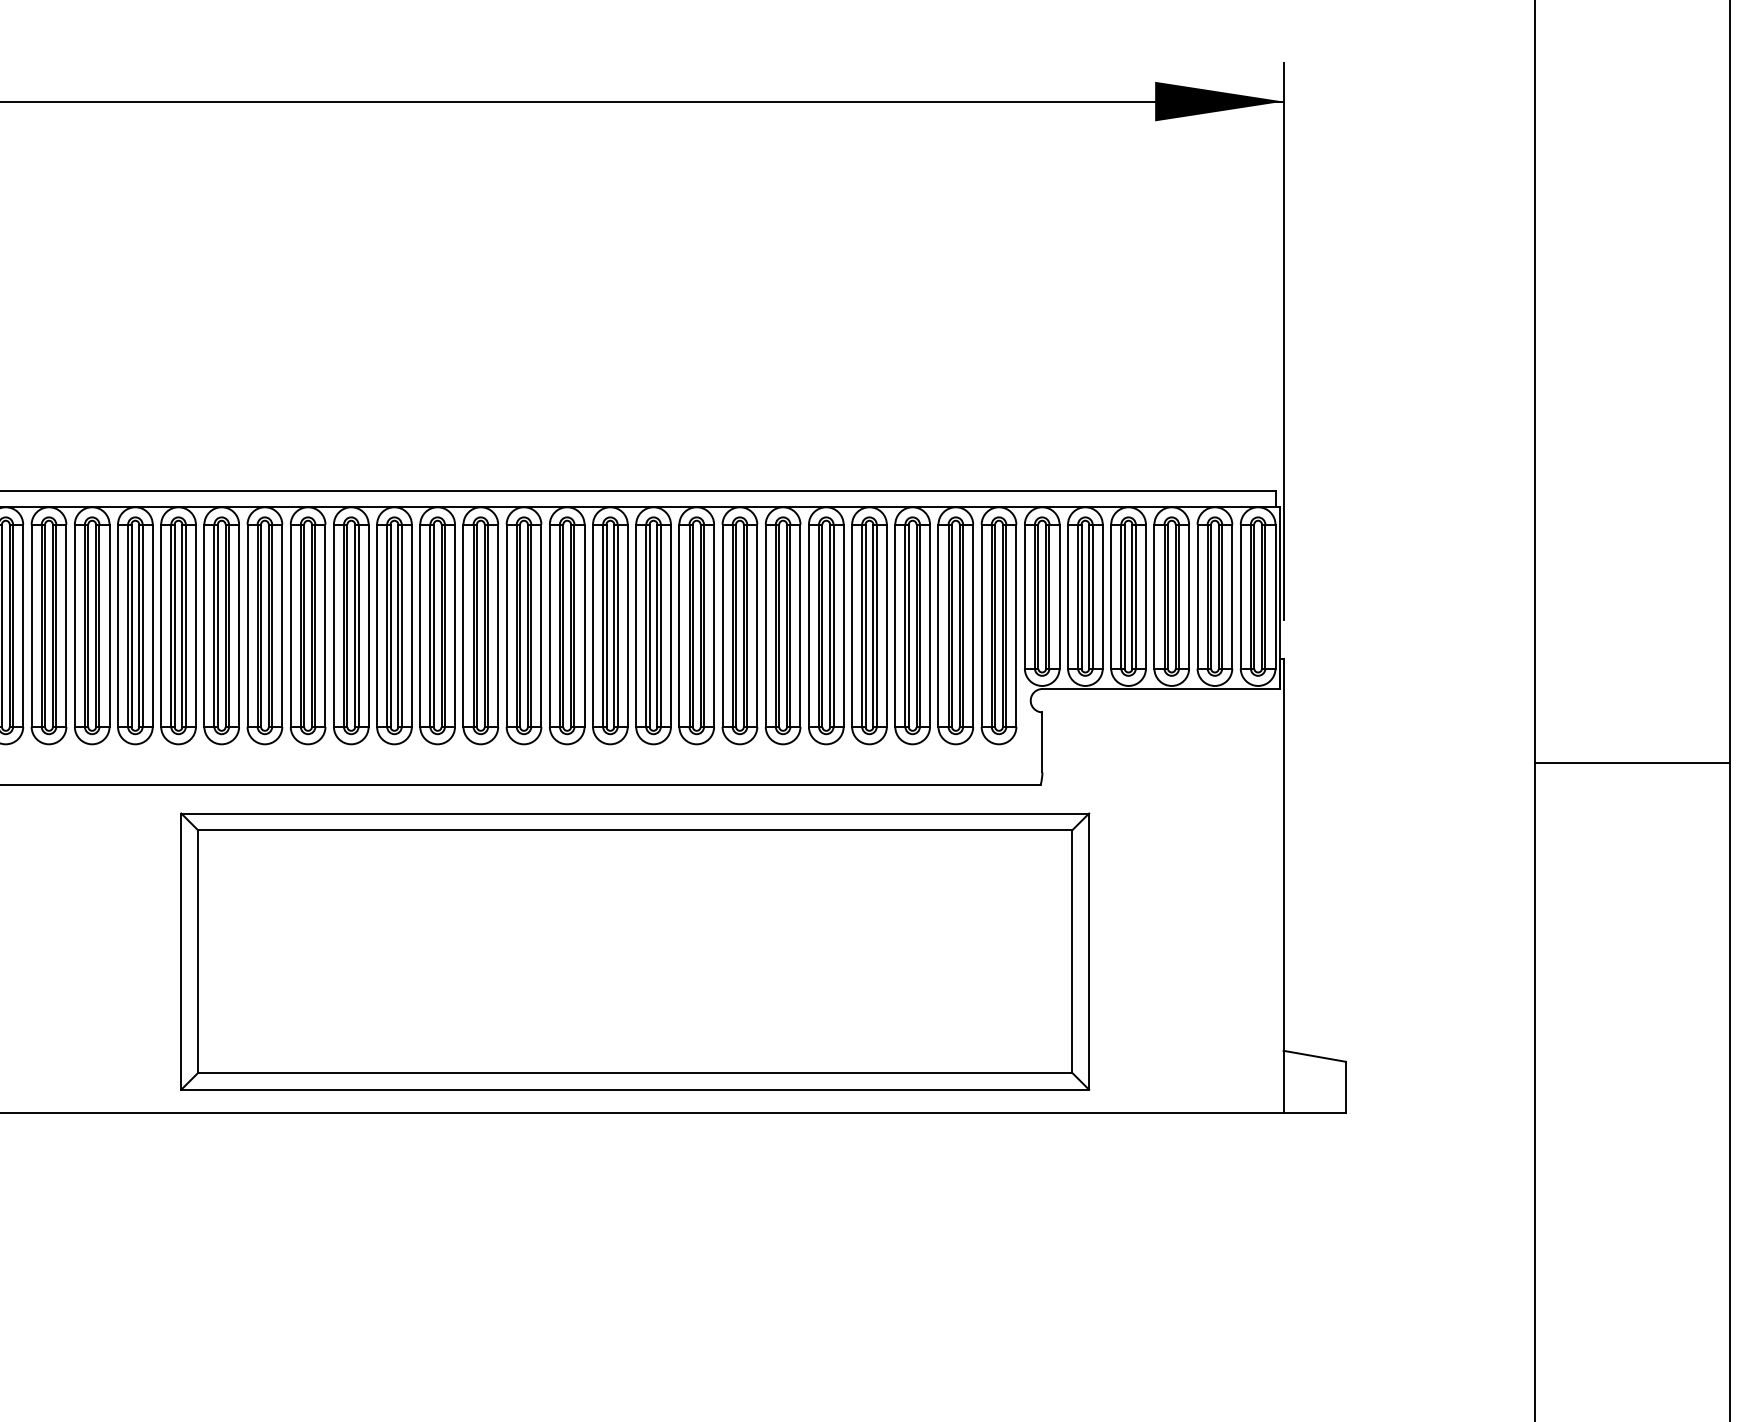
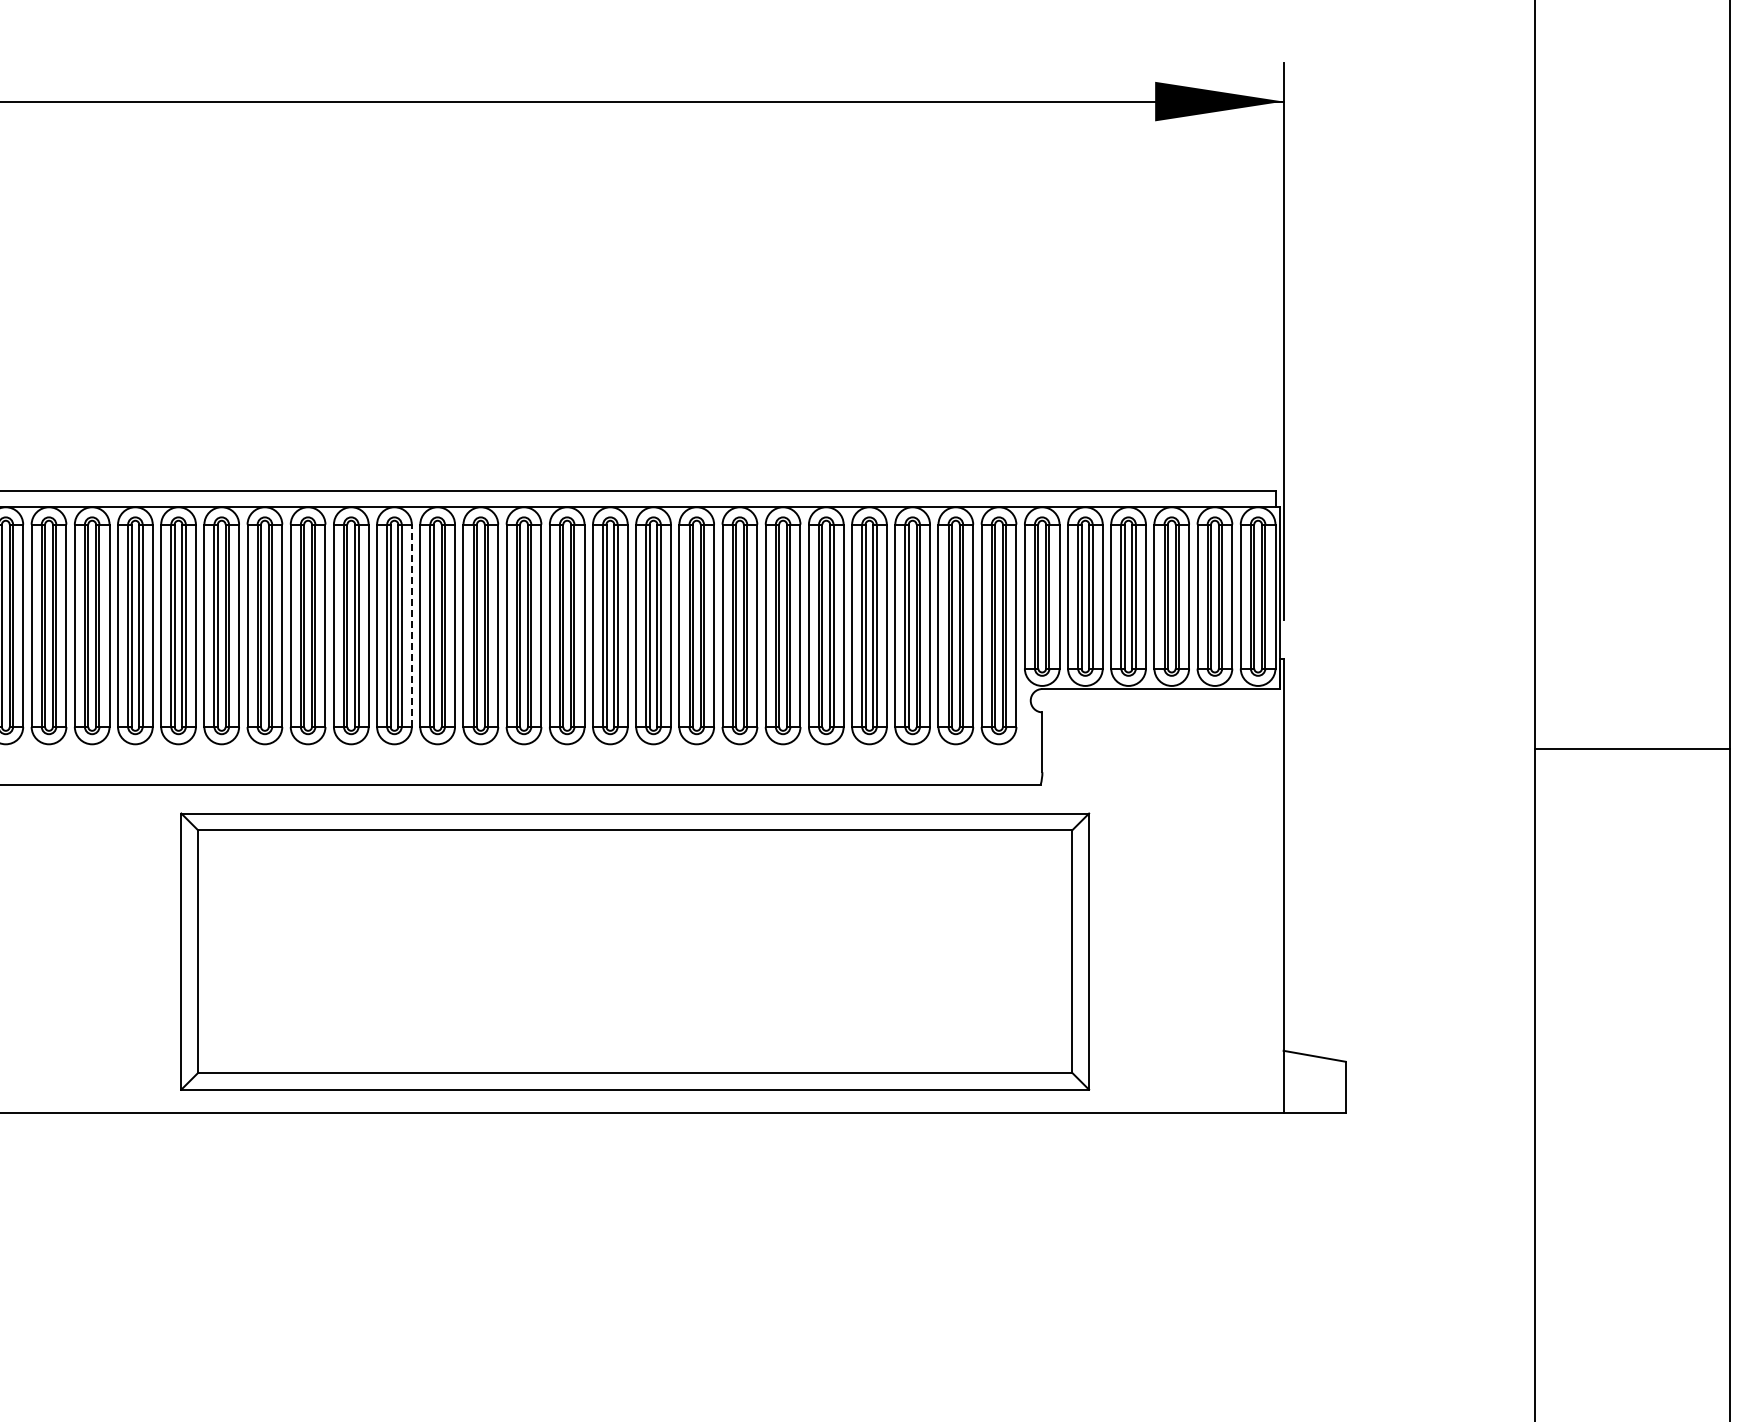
line at (411, 625): solid -> dashed
line at (1632, 763) position: (1632, 763) -> (1632, 749)
